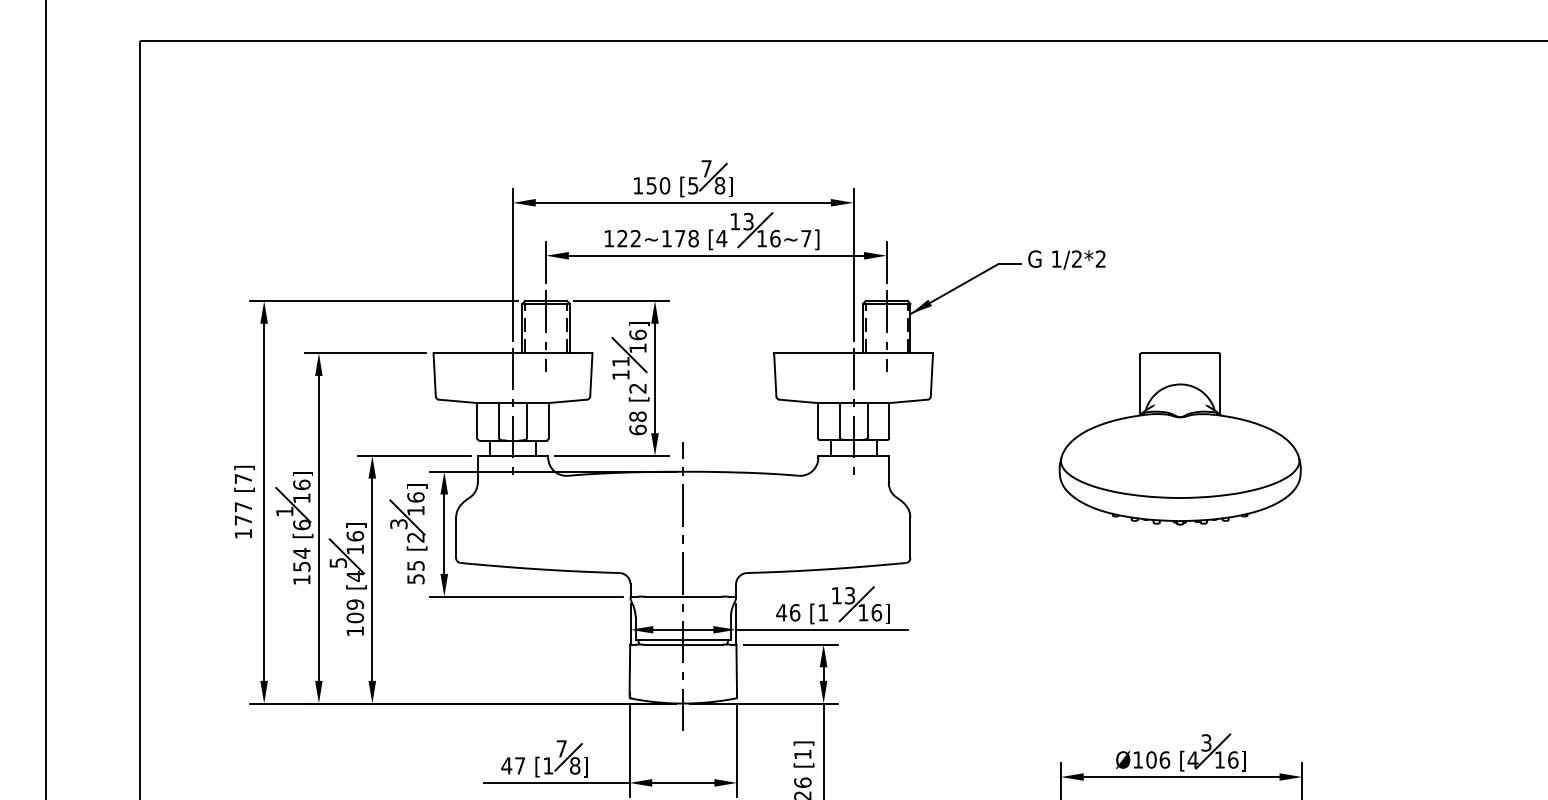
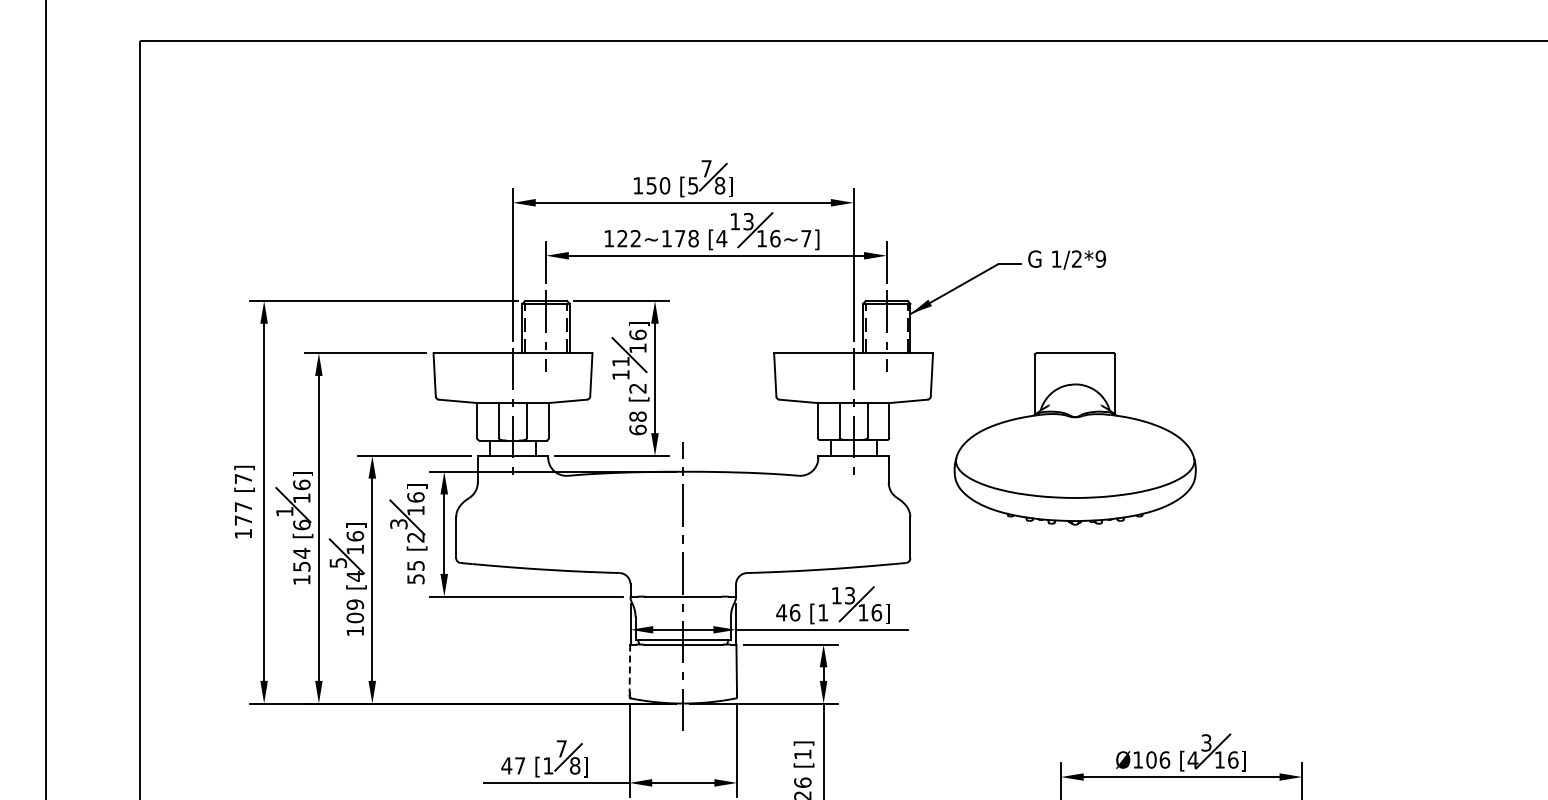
text at (1100, 258): 1/2*2 -> 1/2*9
part at (1179, 438) position: (1179, 438) -> (1074, 438)
line at (629, 669): solid -> dashed
